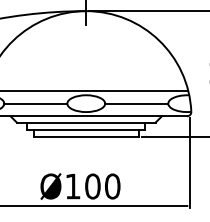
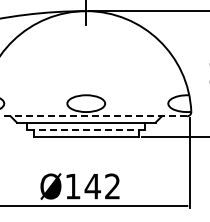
line at (95, 91): present -> none
line at (35, 103): present -> none
line at (136, 103): present -> none
line at (93, 116): solid -> dashed
line at (86, 129): solid -> dashed
text at (102, 186): Ø100 -> Ø142
